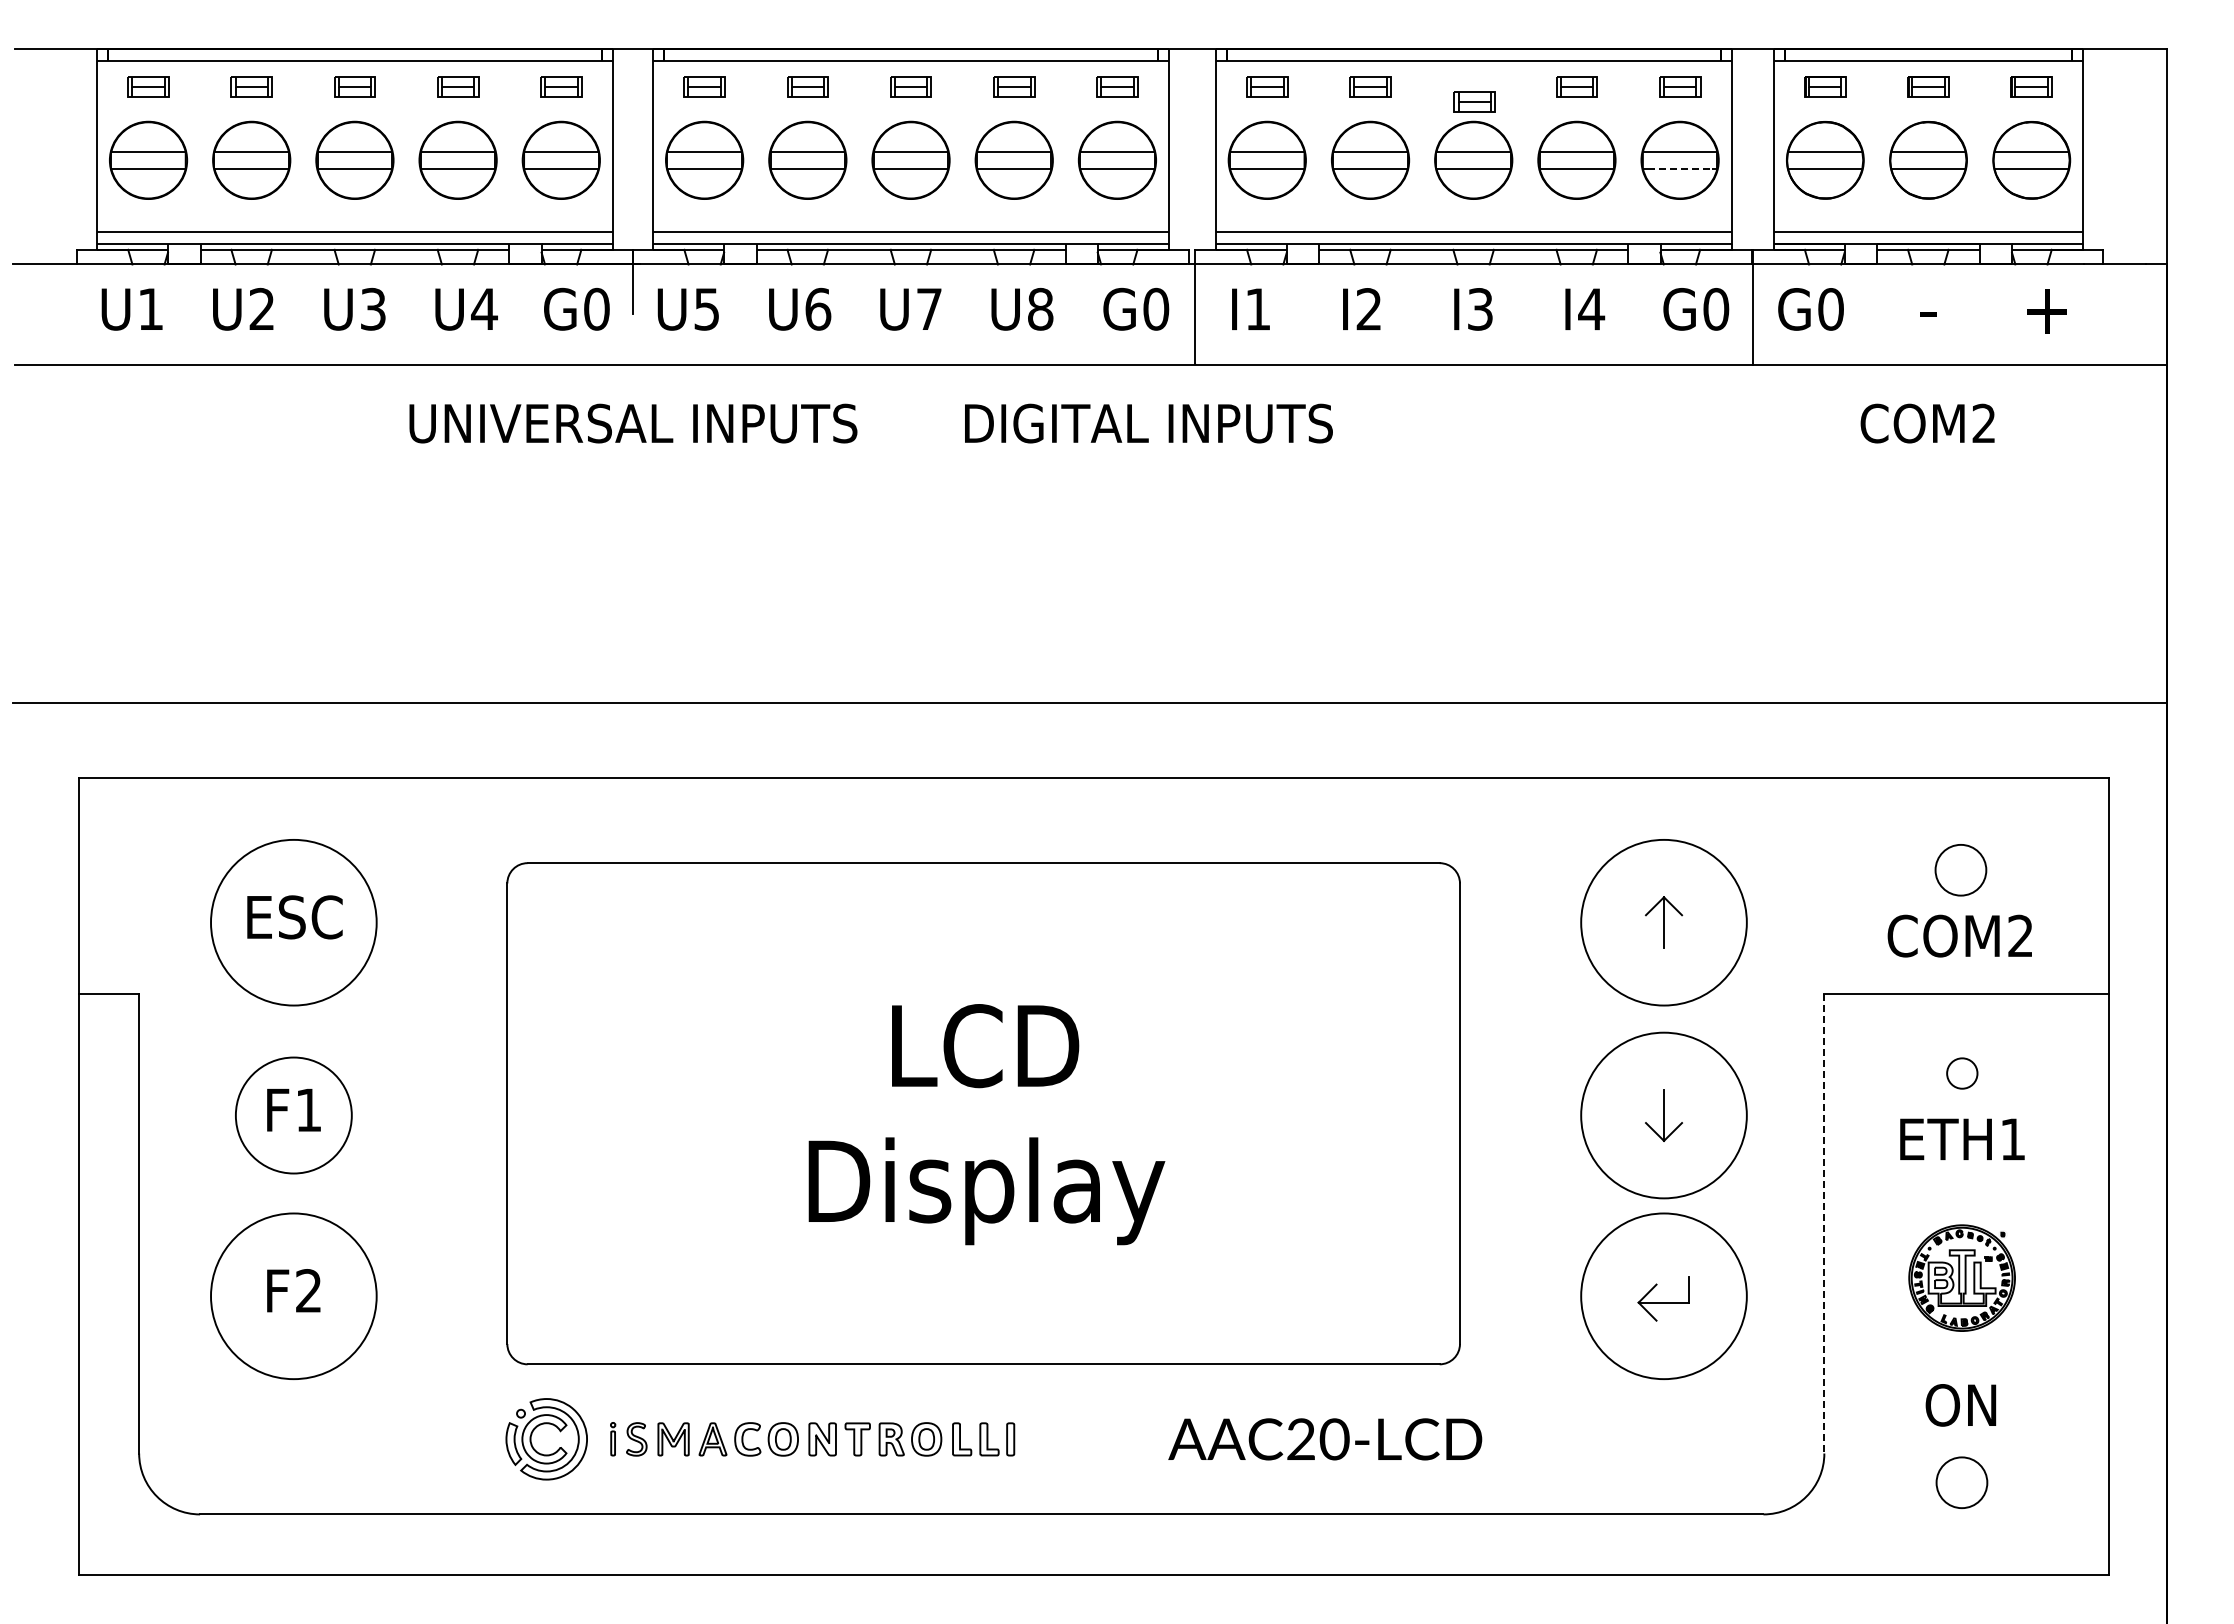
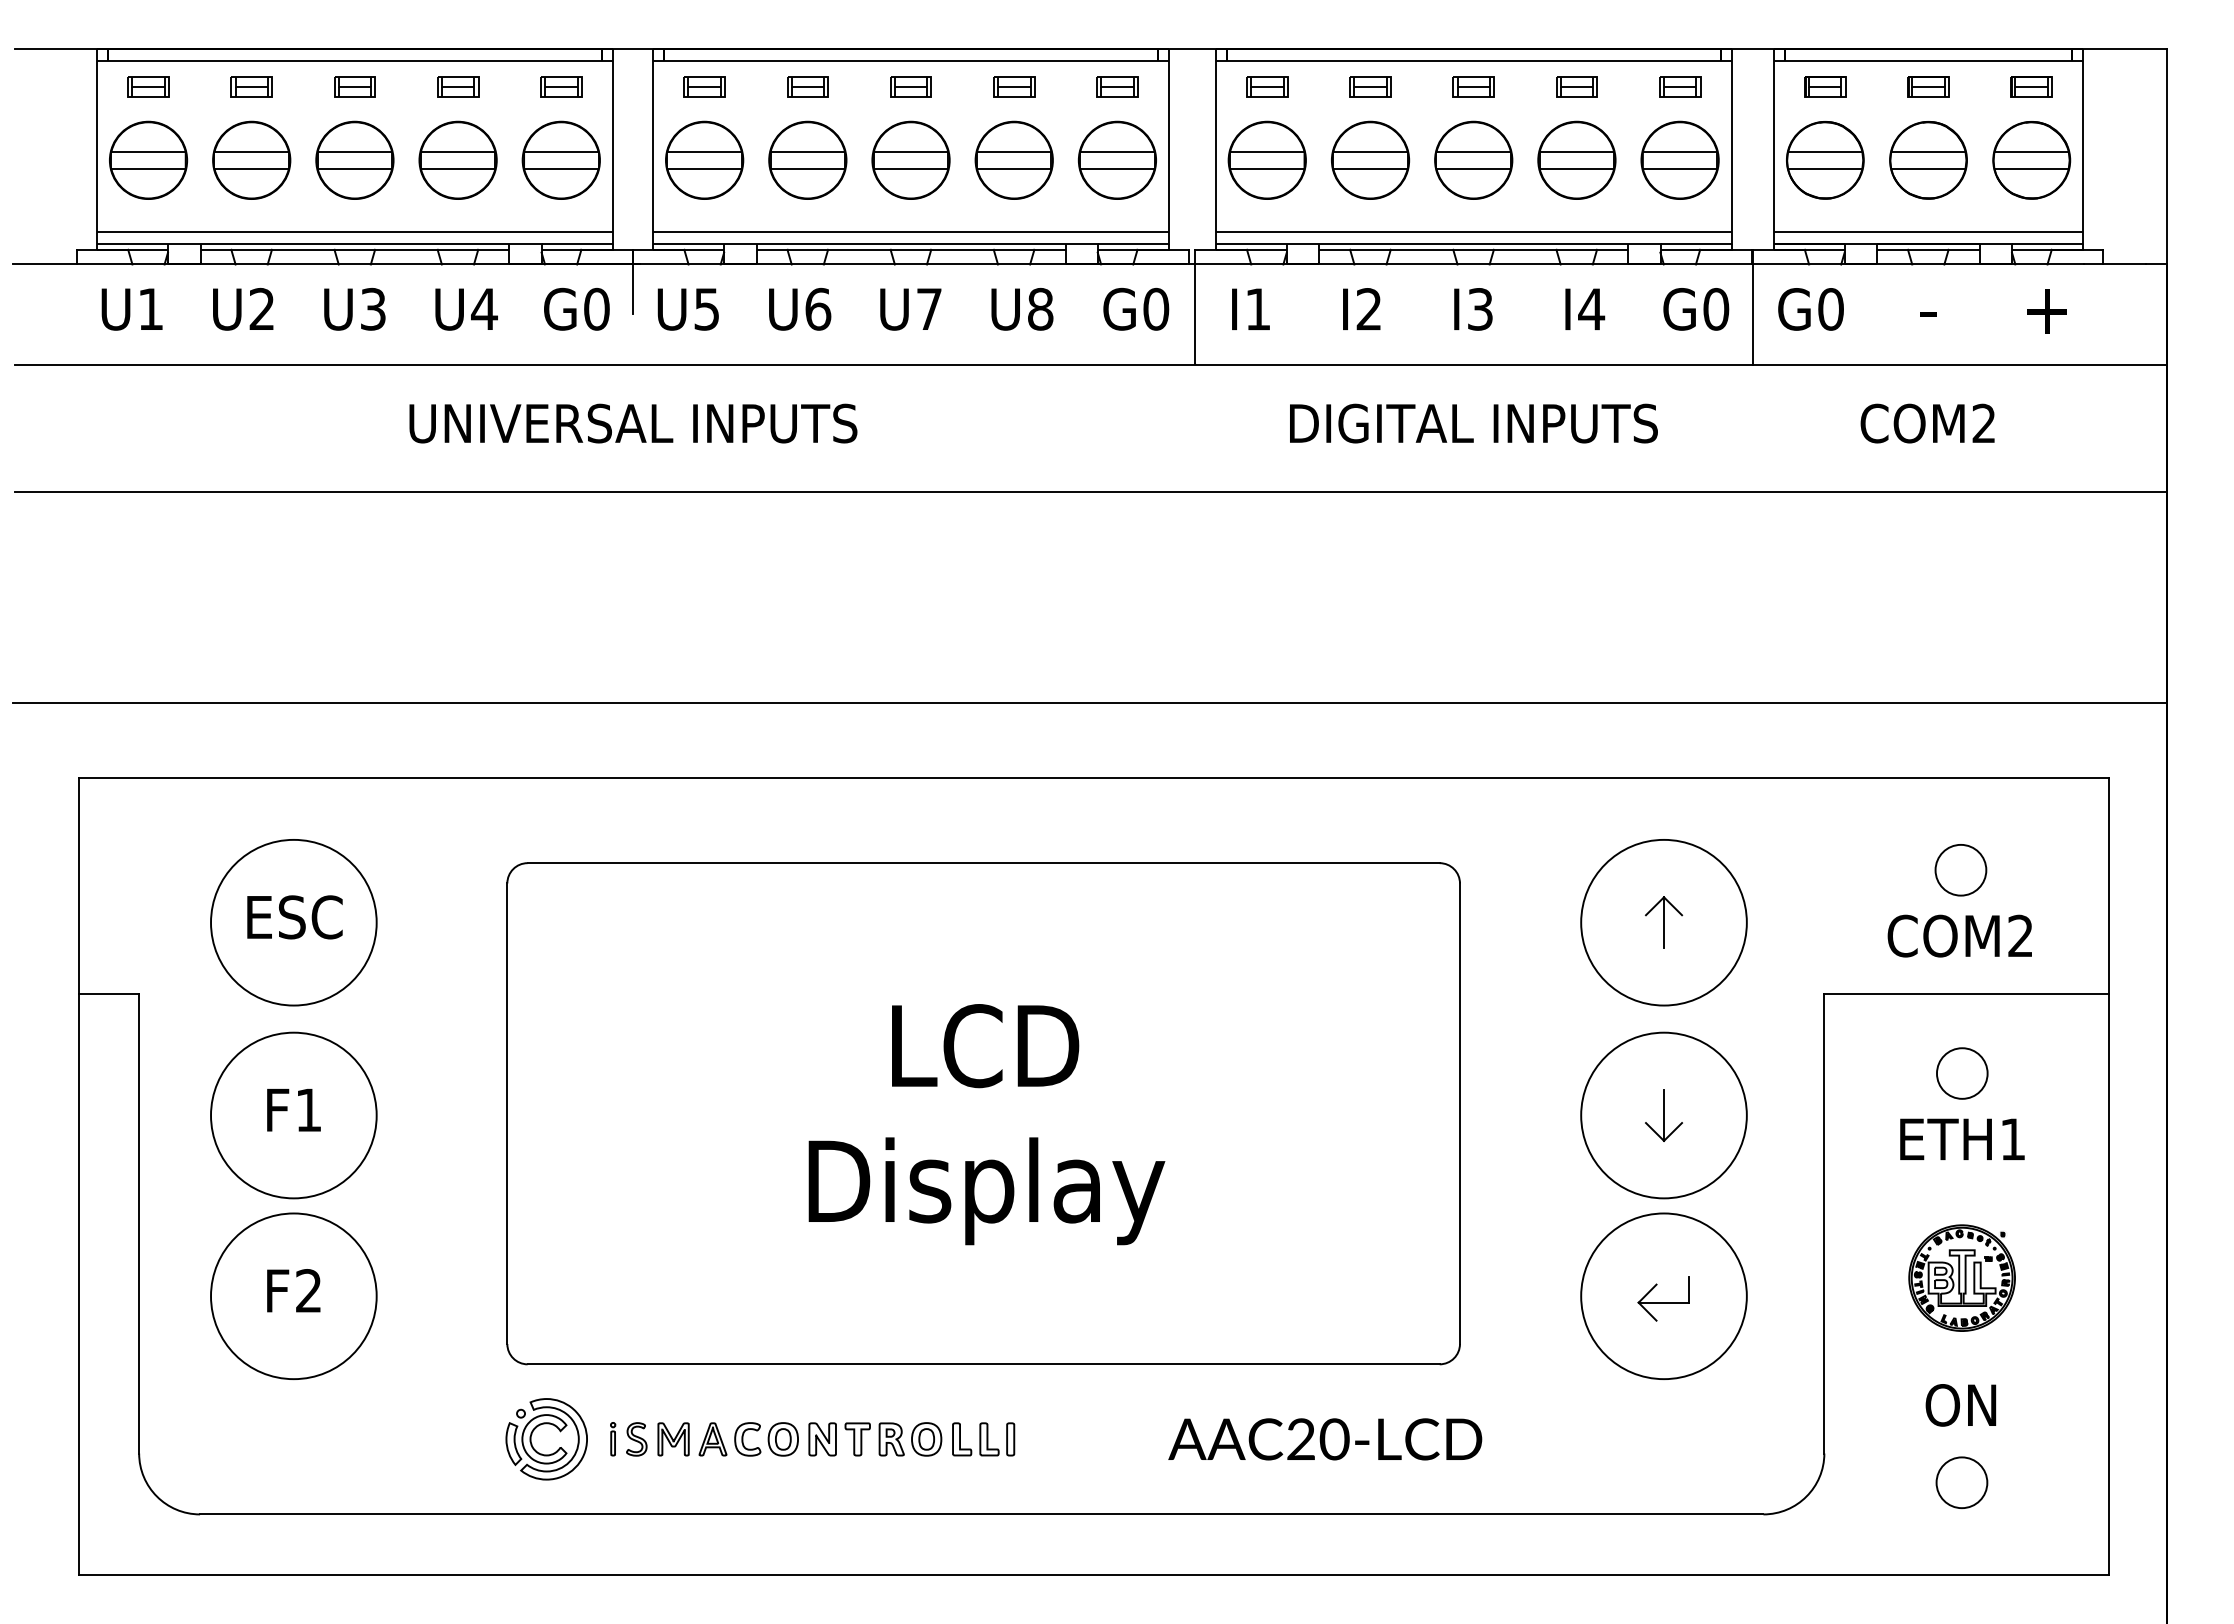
part at (1474, 101) position: (1474, 101) -> (1473, 86)
line at (1680, 168): dashed -> solid
text at (1148, 423) position: (1148, 423) -> (1473, 423)
line at (1090, 492): none -> present
circle at (1962, 1073) diameter: 30 px -> 51 px
circle at (293, 1115) diameter: 116 px -> 166 px
line at (1824, 1223): dashed -> solid
